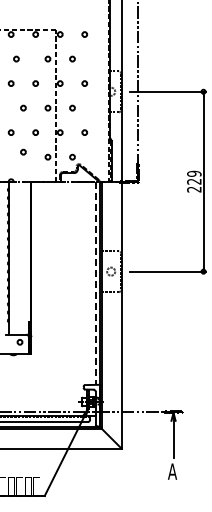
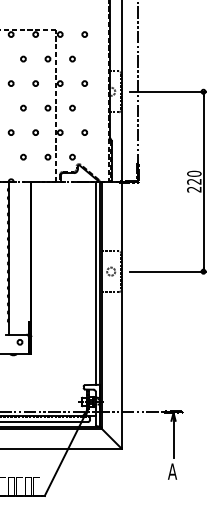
circle at (16, 58) position: (16, 58) -> (23, 58)
circle at (23, 151) position: (23, 151) -> (23, 156)
text at (194, 173): 229 -> 220
line at (95, 283): dashed -> solid
